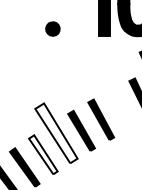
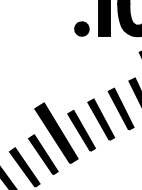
part at (52, 28) position: (52, 28) -> (81, 28)
part at (120, 108): none -> present
fill at (56, 133): none -> present
fill at (43, 154): none -> present
